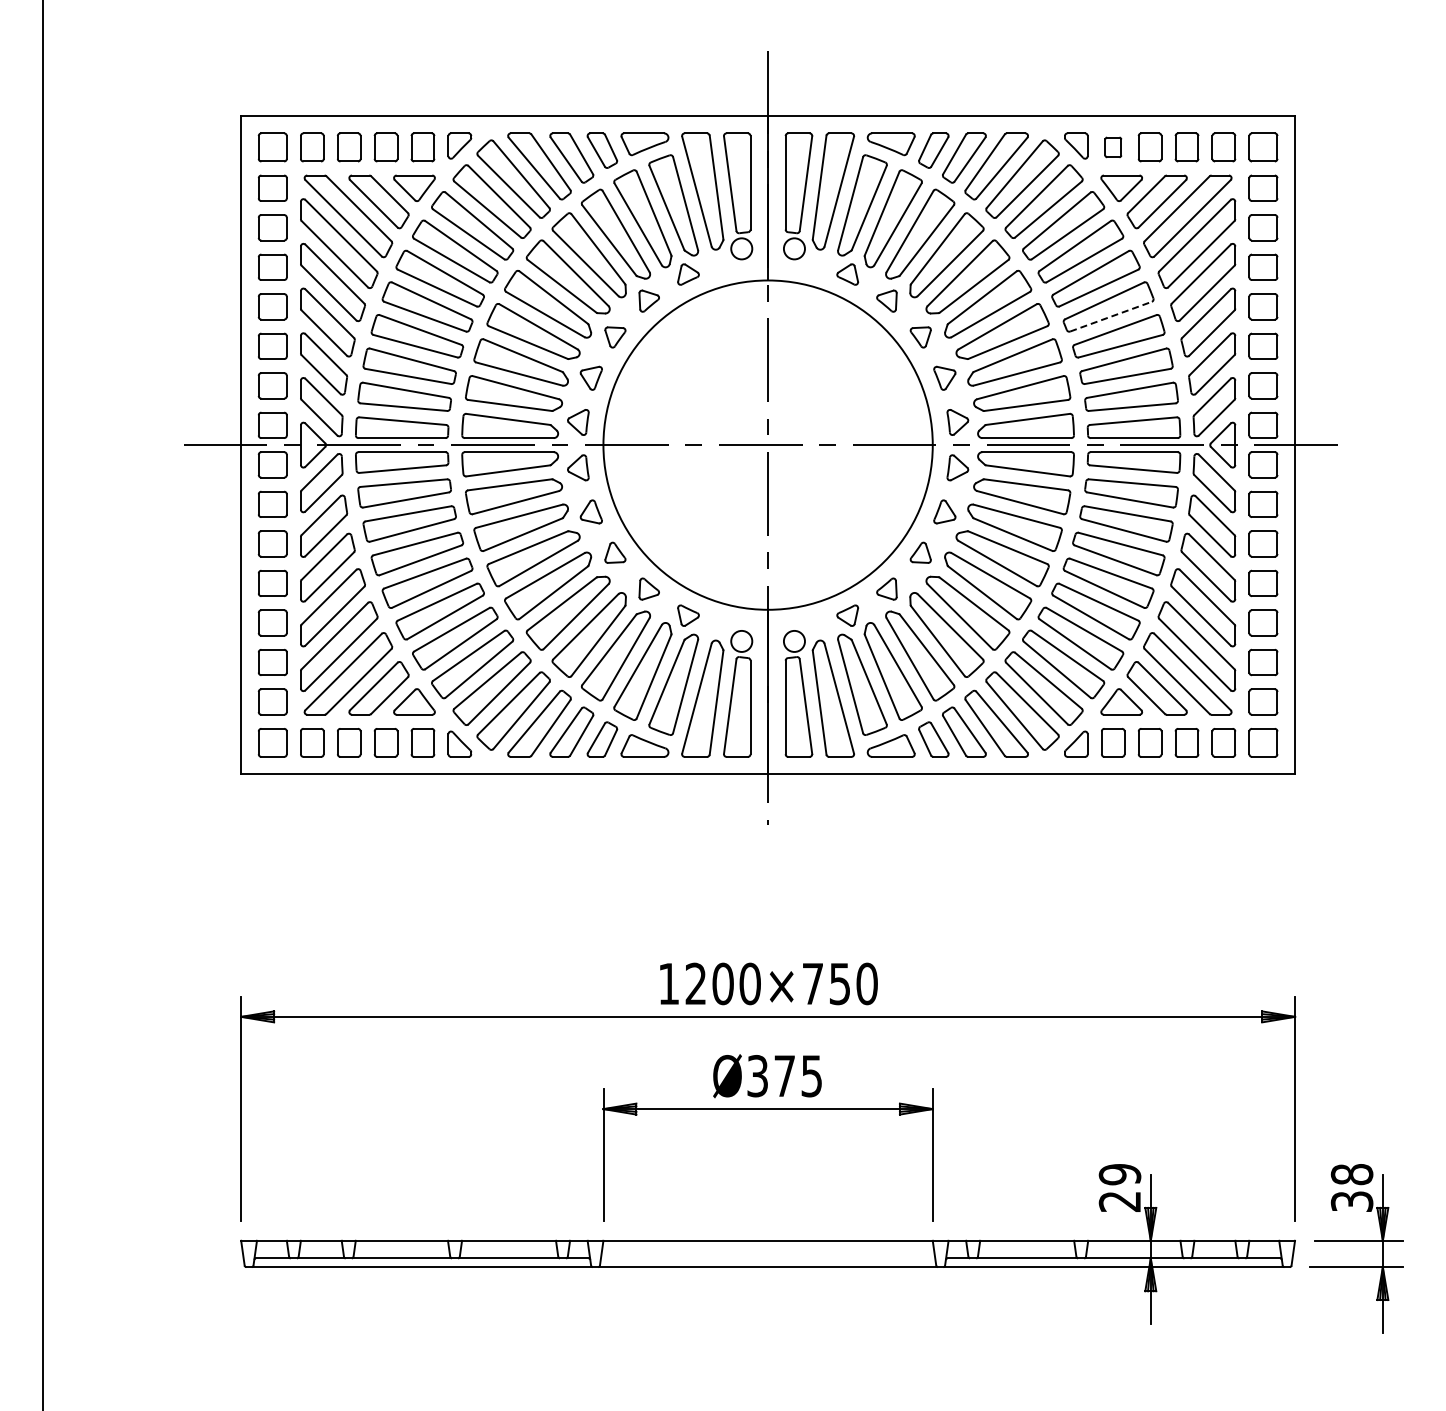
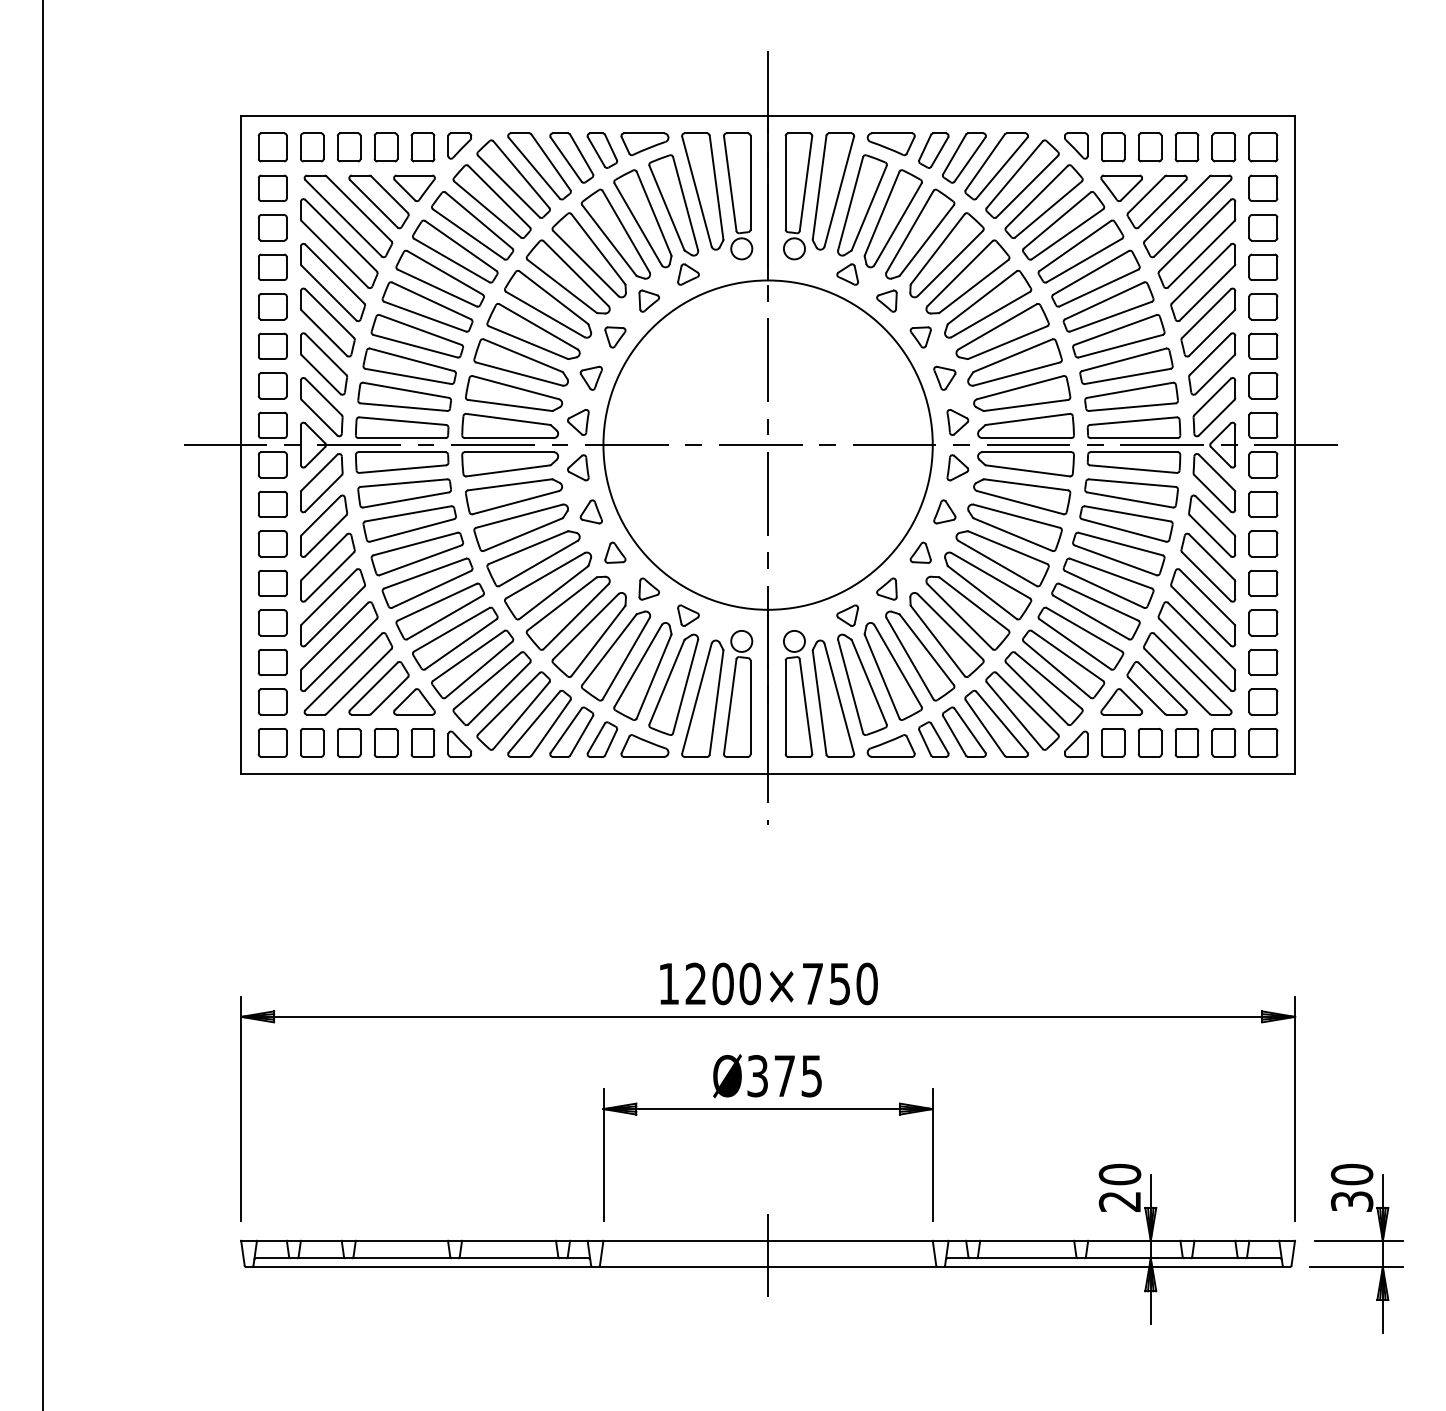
part at (1113, 147) size: 19x23 px -> 25x31 px
line at (1111, 316): dashed -> solid
text at (1120, 1174): 29 -> 20
text at (1352, 1174): 38 -> 30
line at (768, 1255): none -> present
